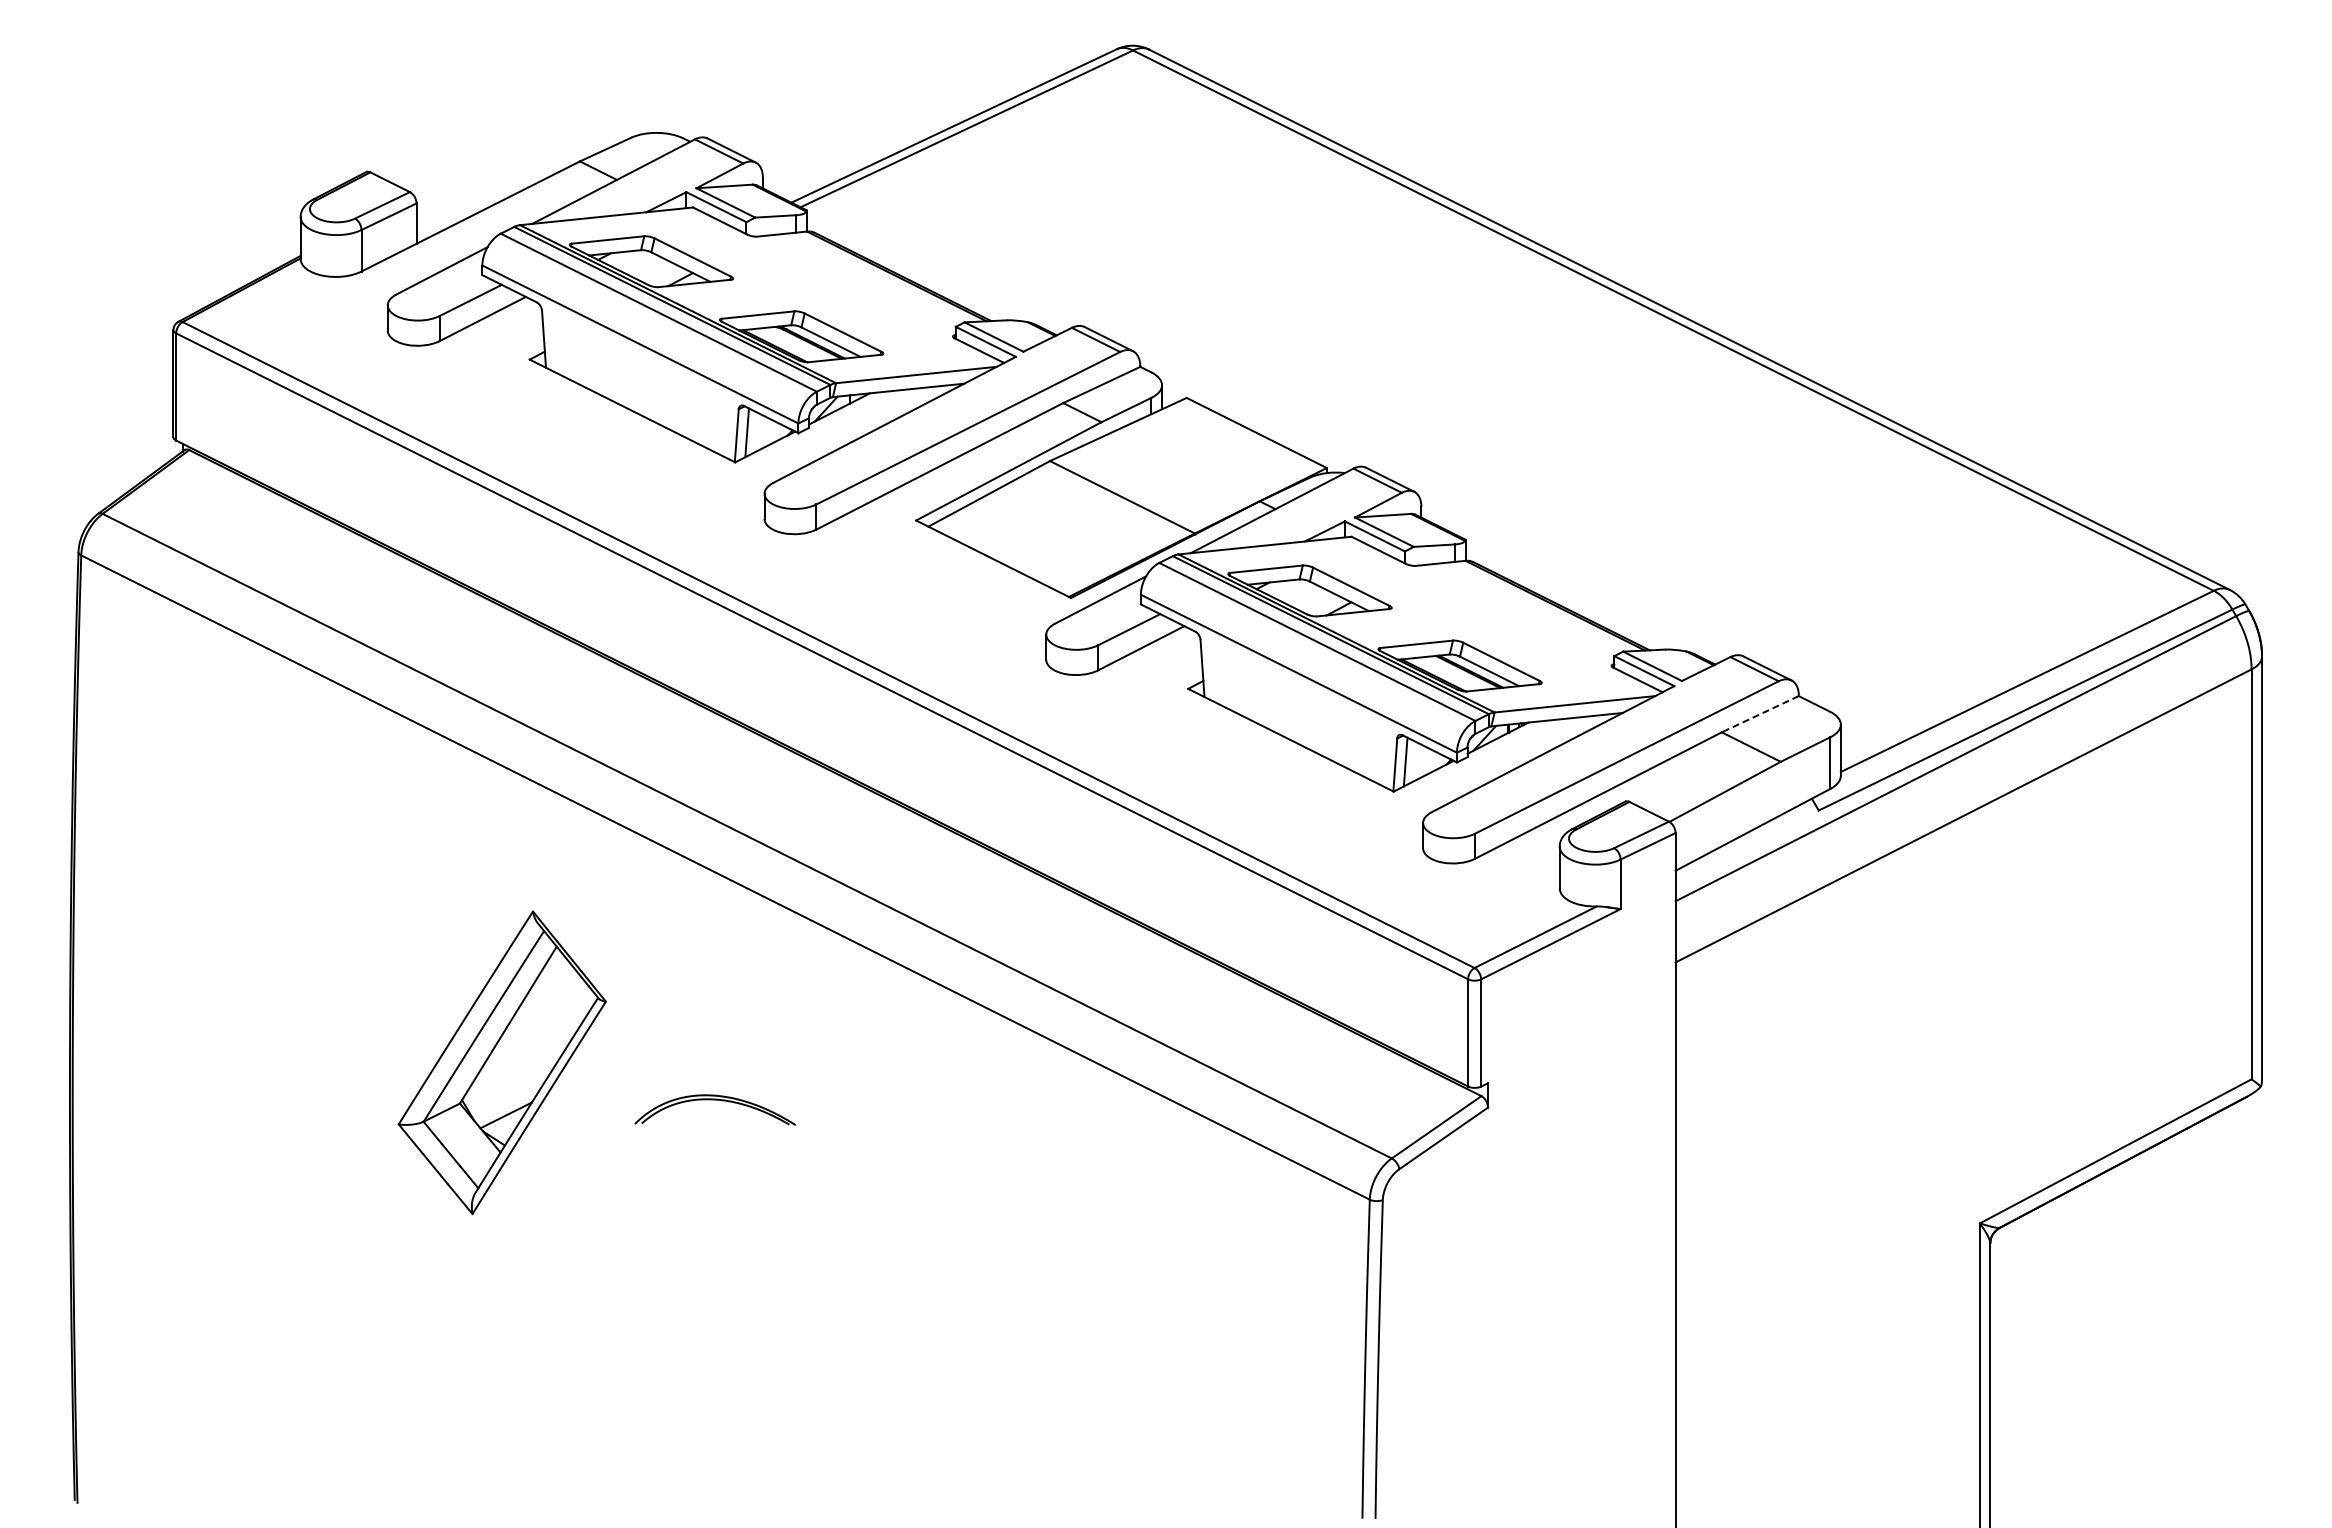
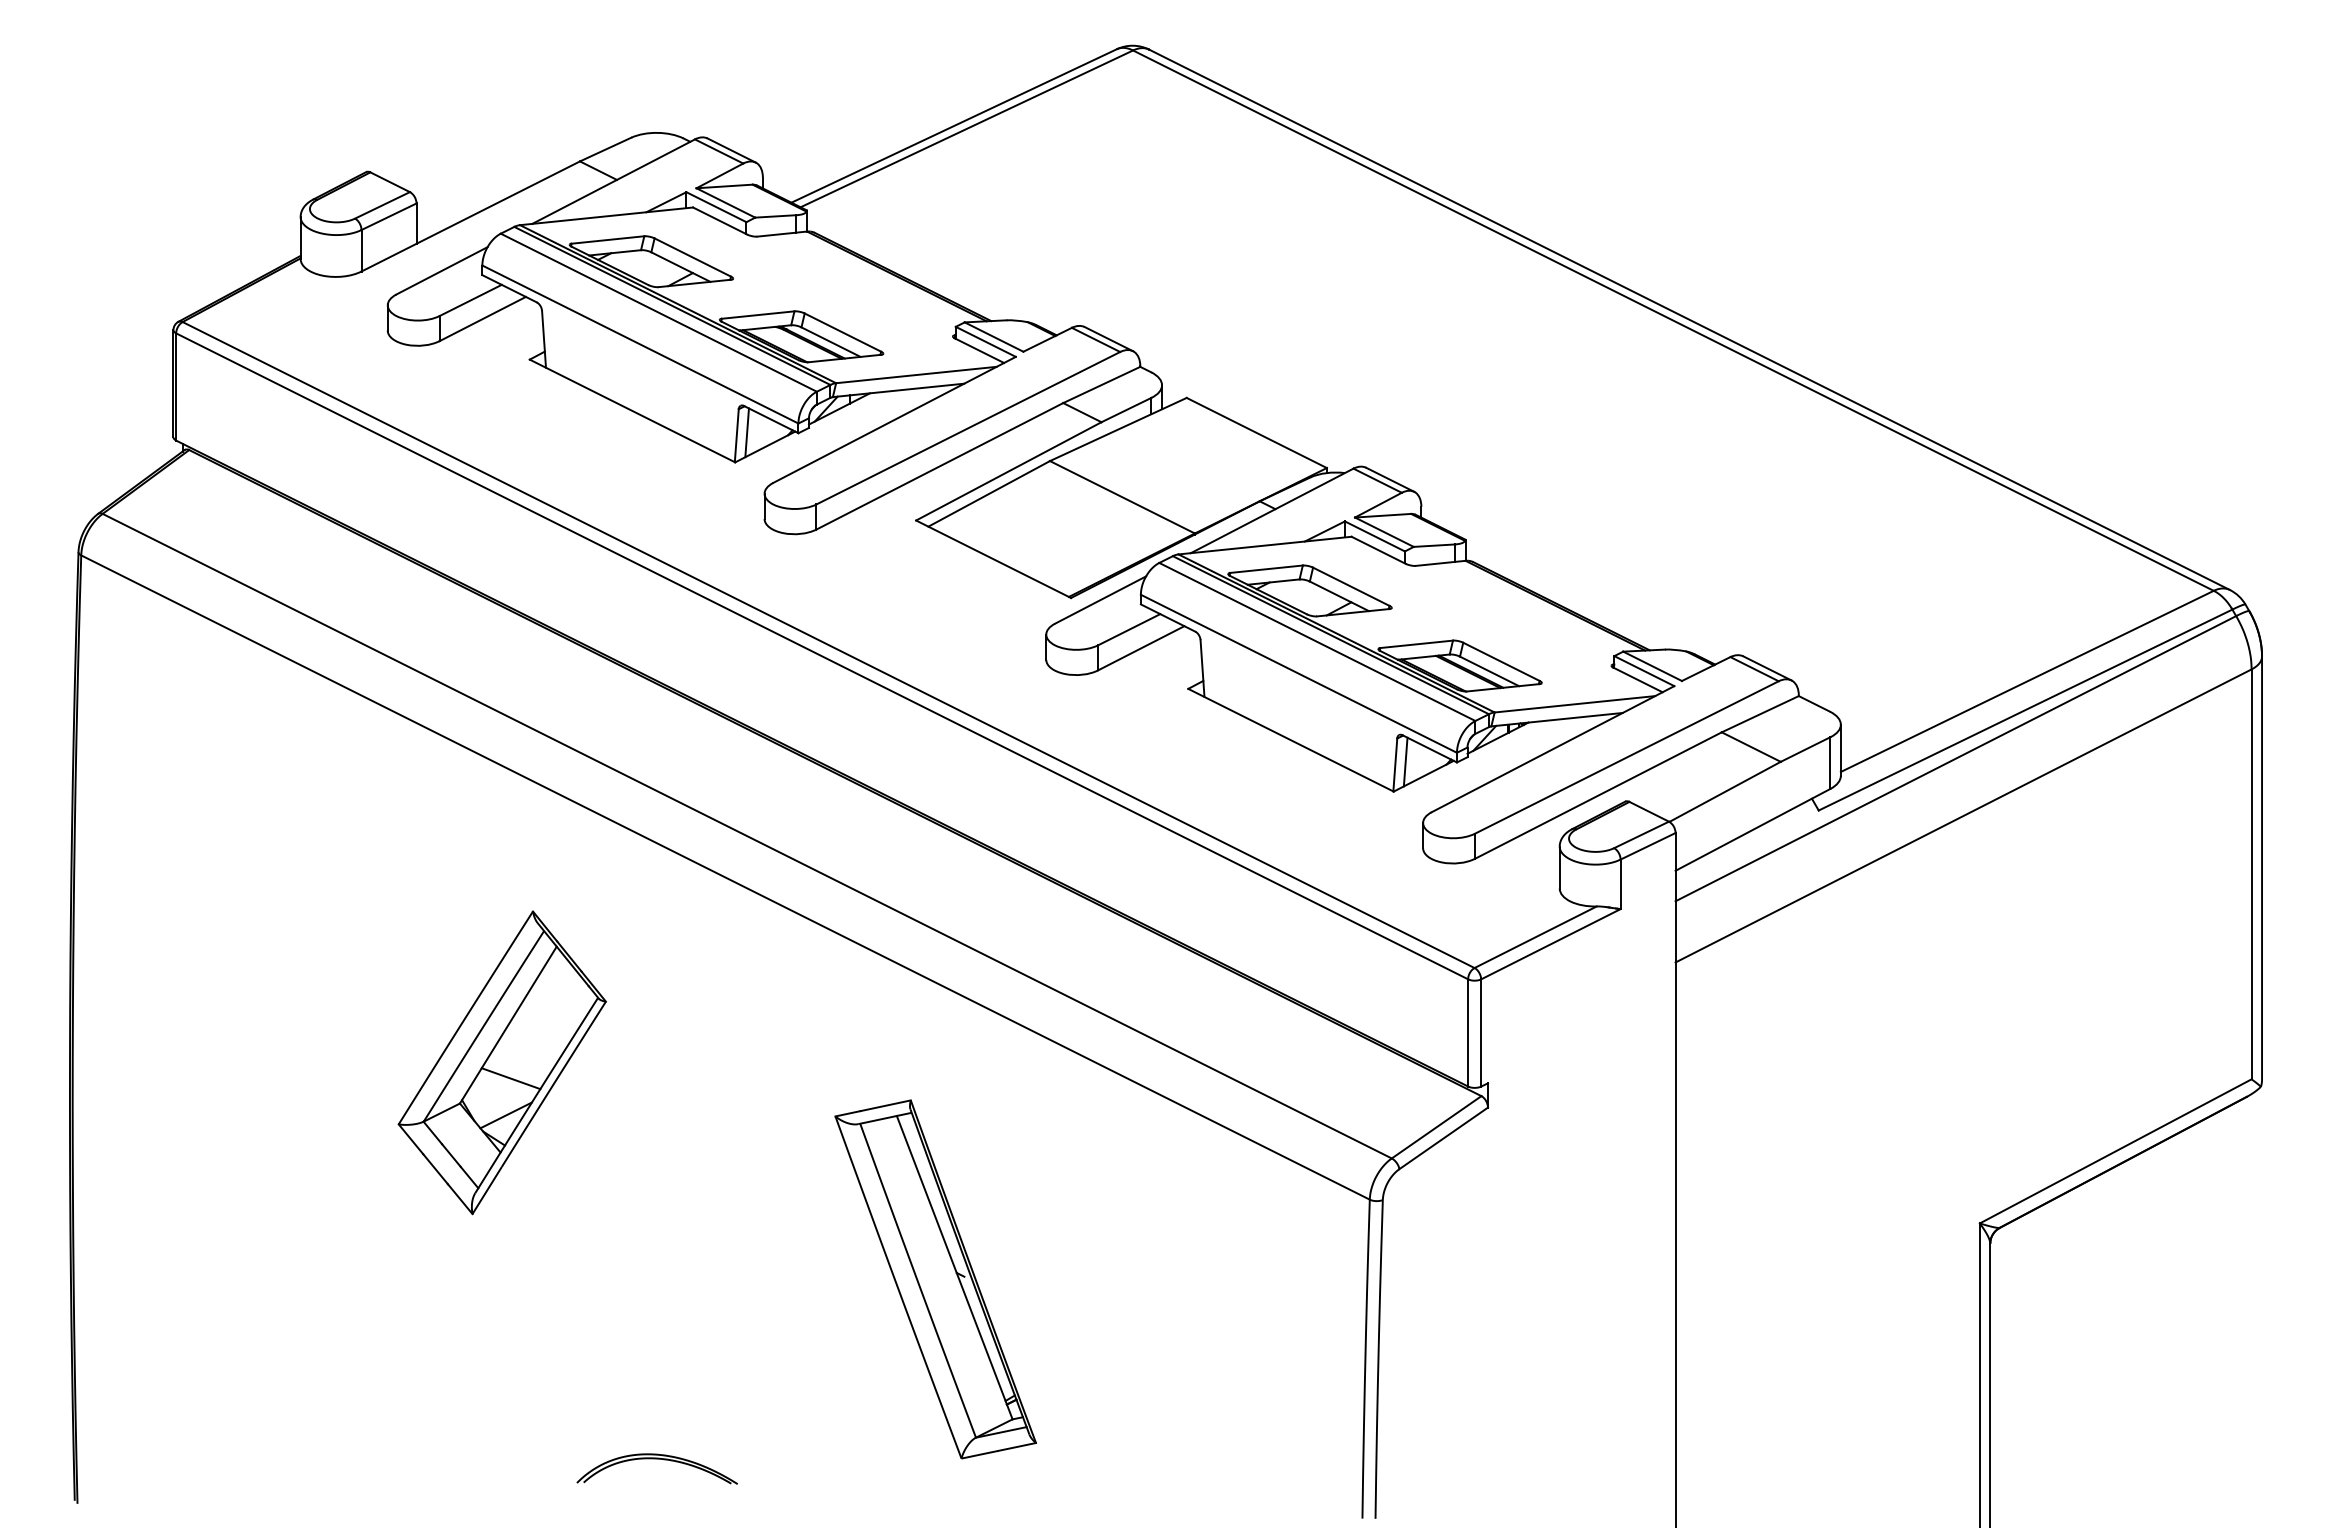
line at (1760, 714): dashed -> solid
line at (510, 1078): none -> present
part at (714, 1100) position: (714, 1100) -> (656, 1459)
part at (935, 1279): none -> present
